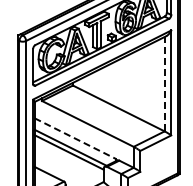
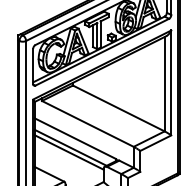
line at (164, 83): dashed -> solid
line at (75, 138): dashed -> solid
